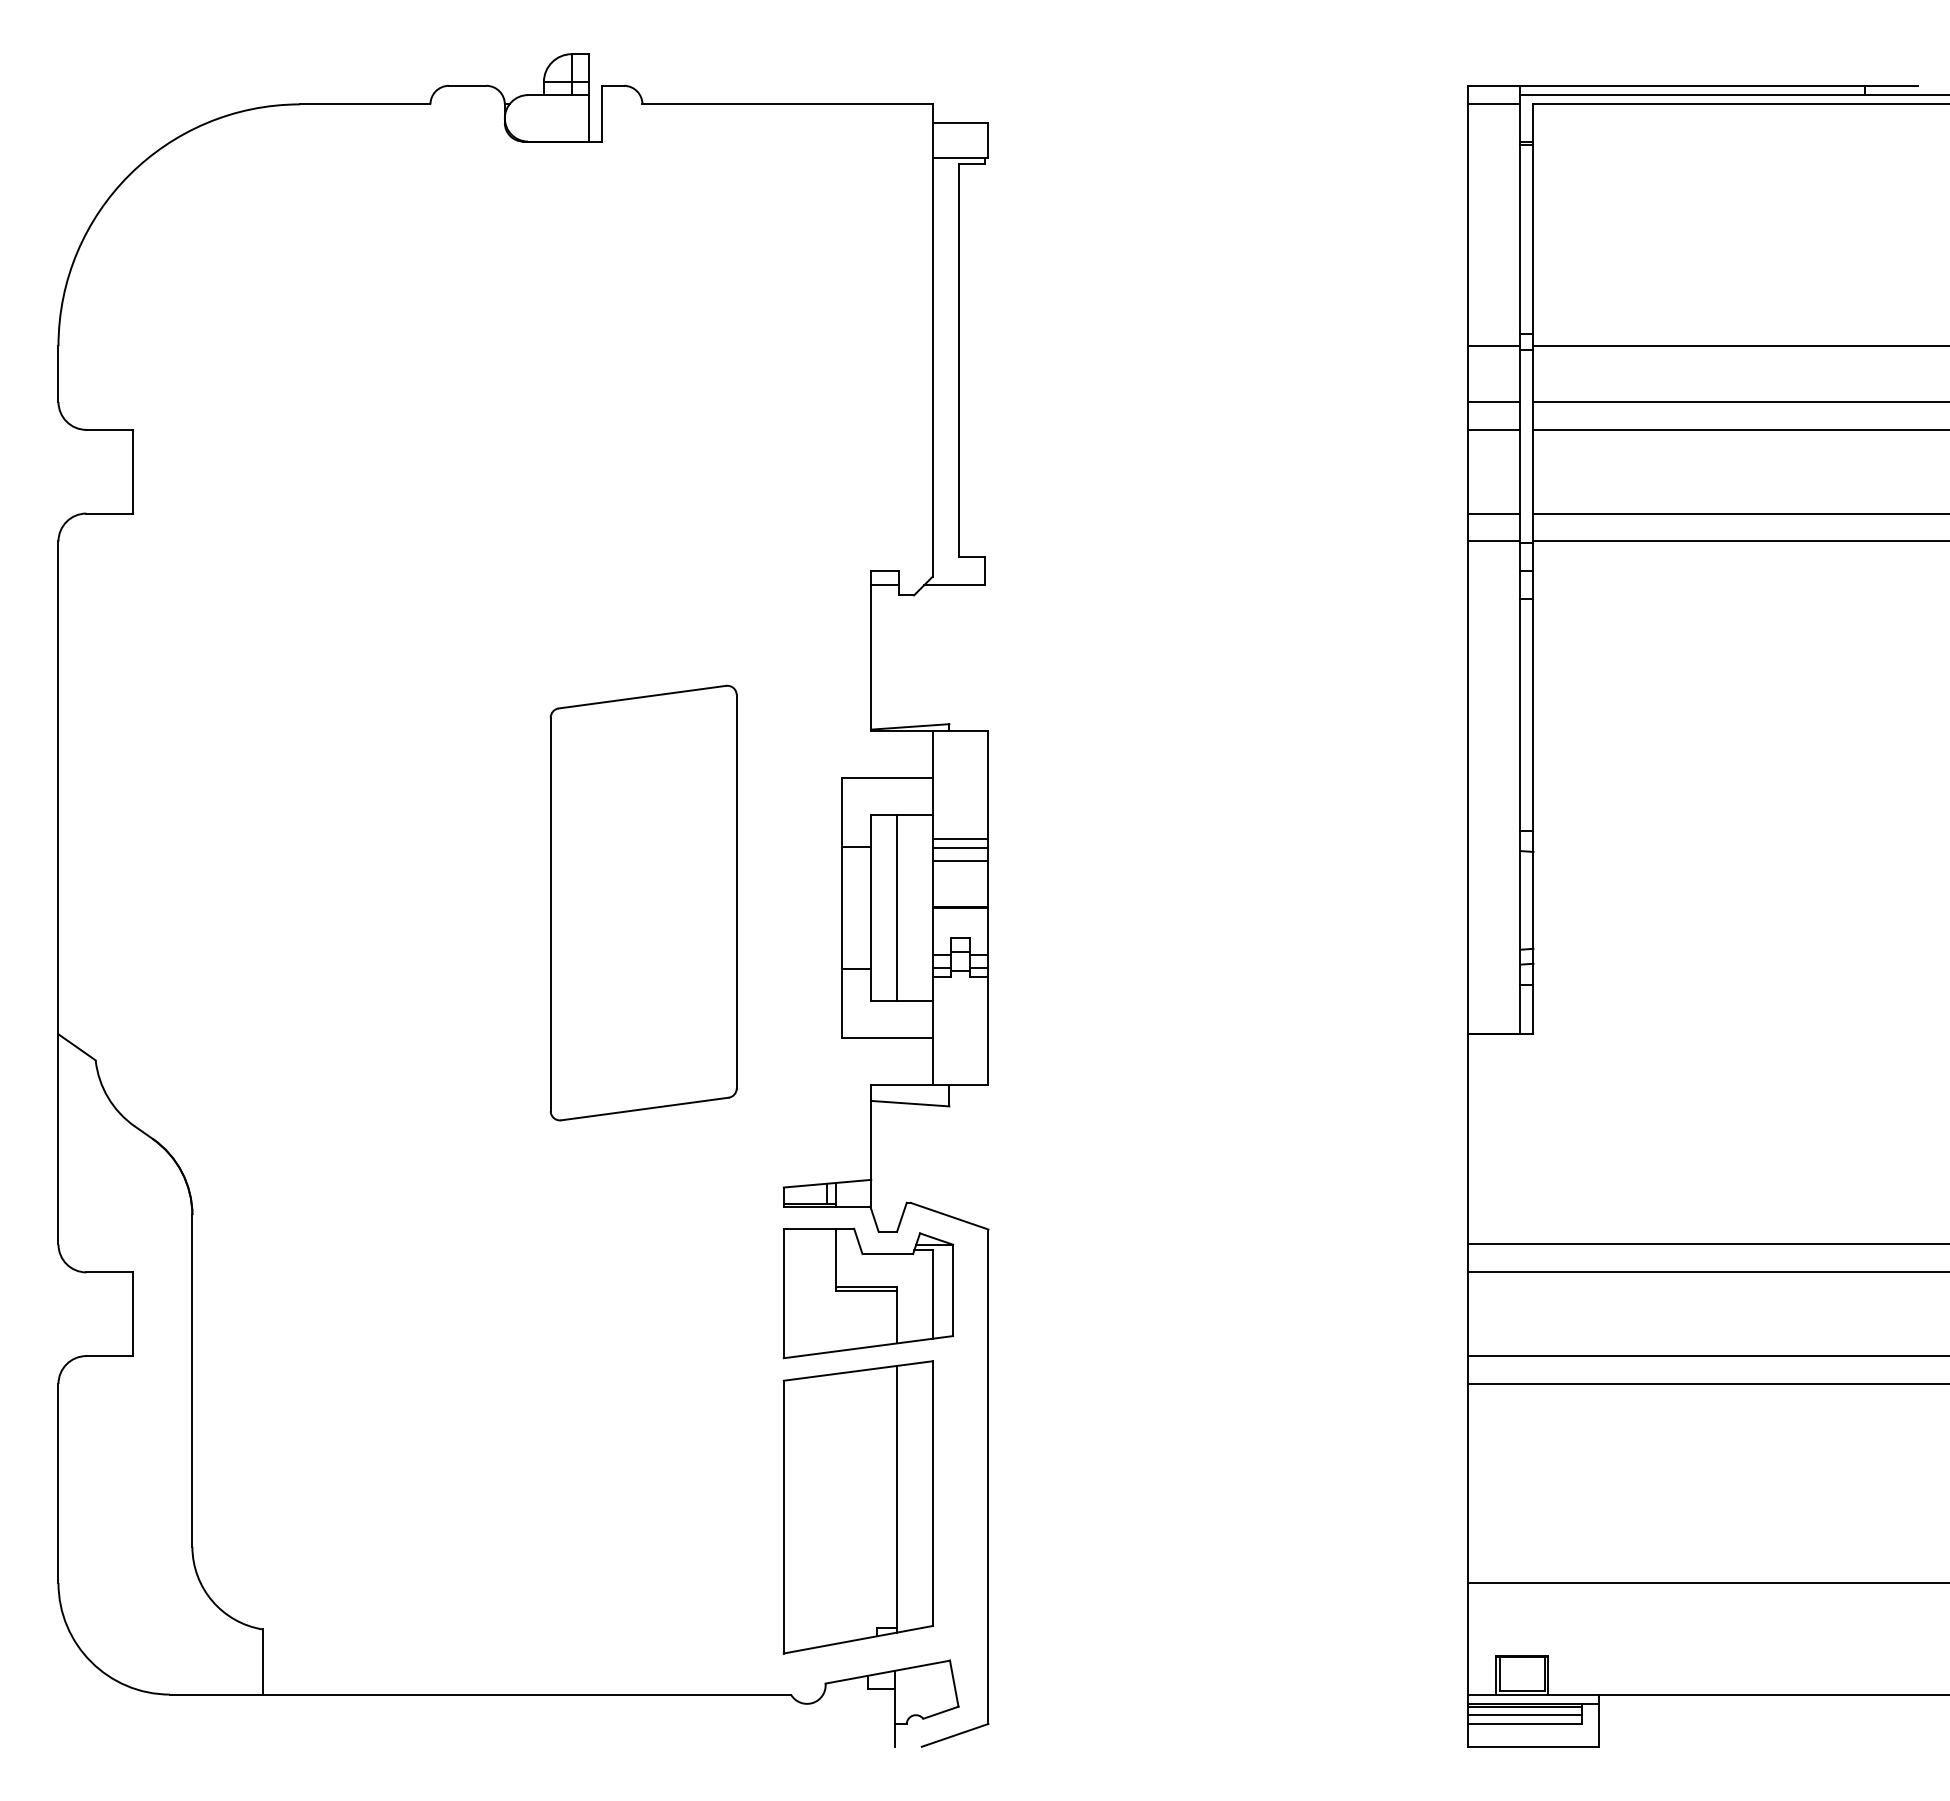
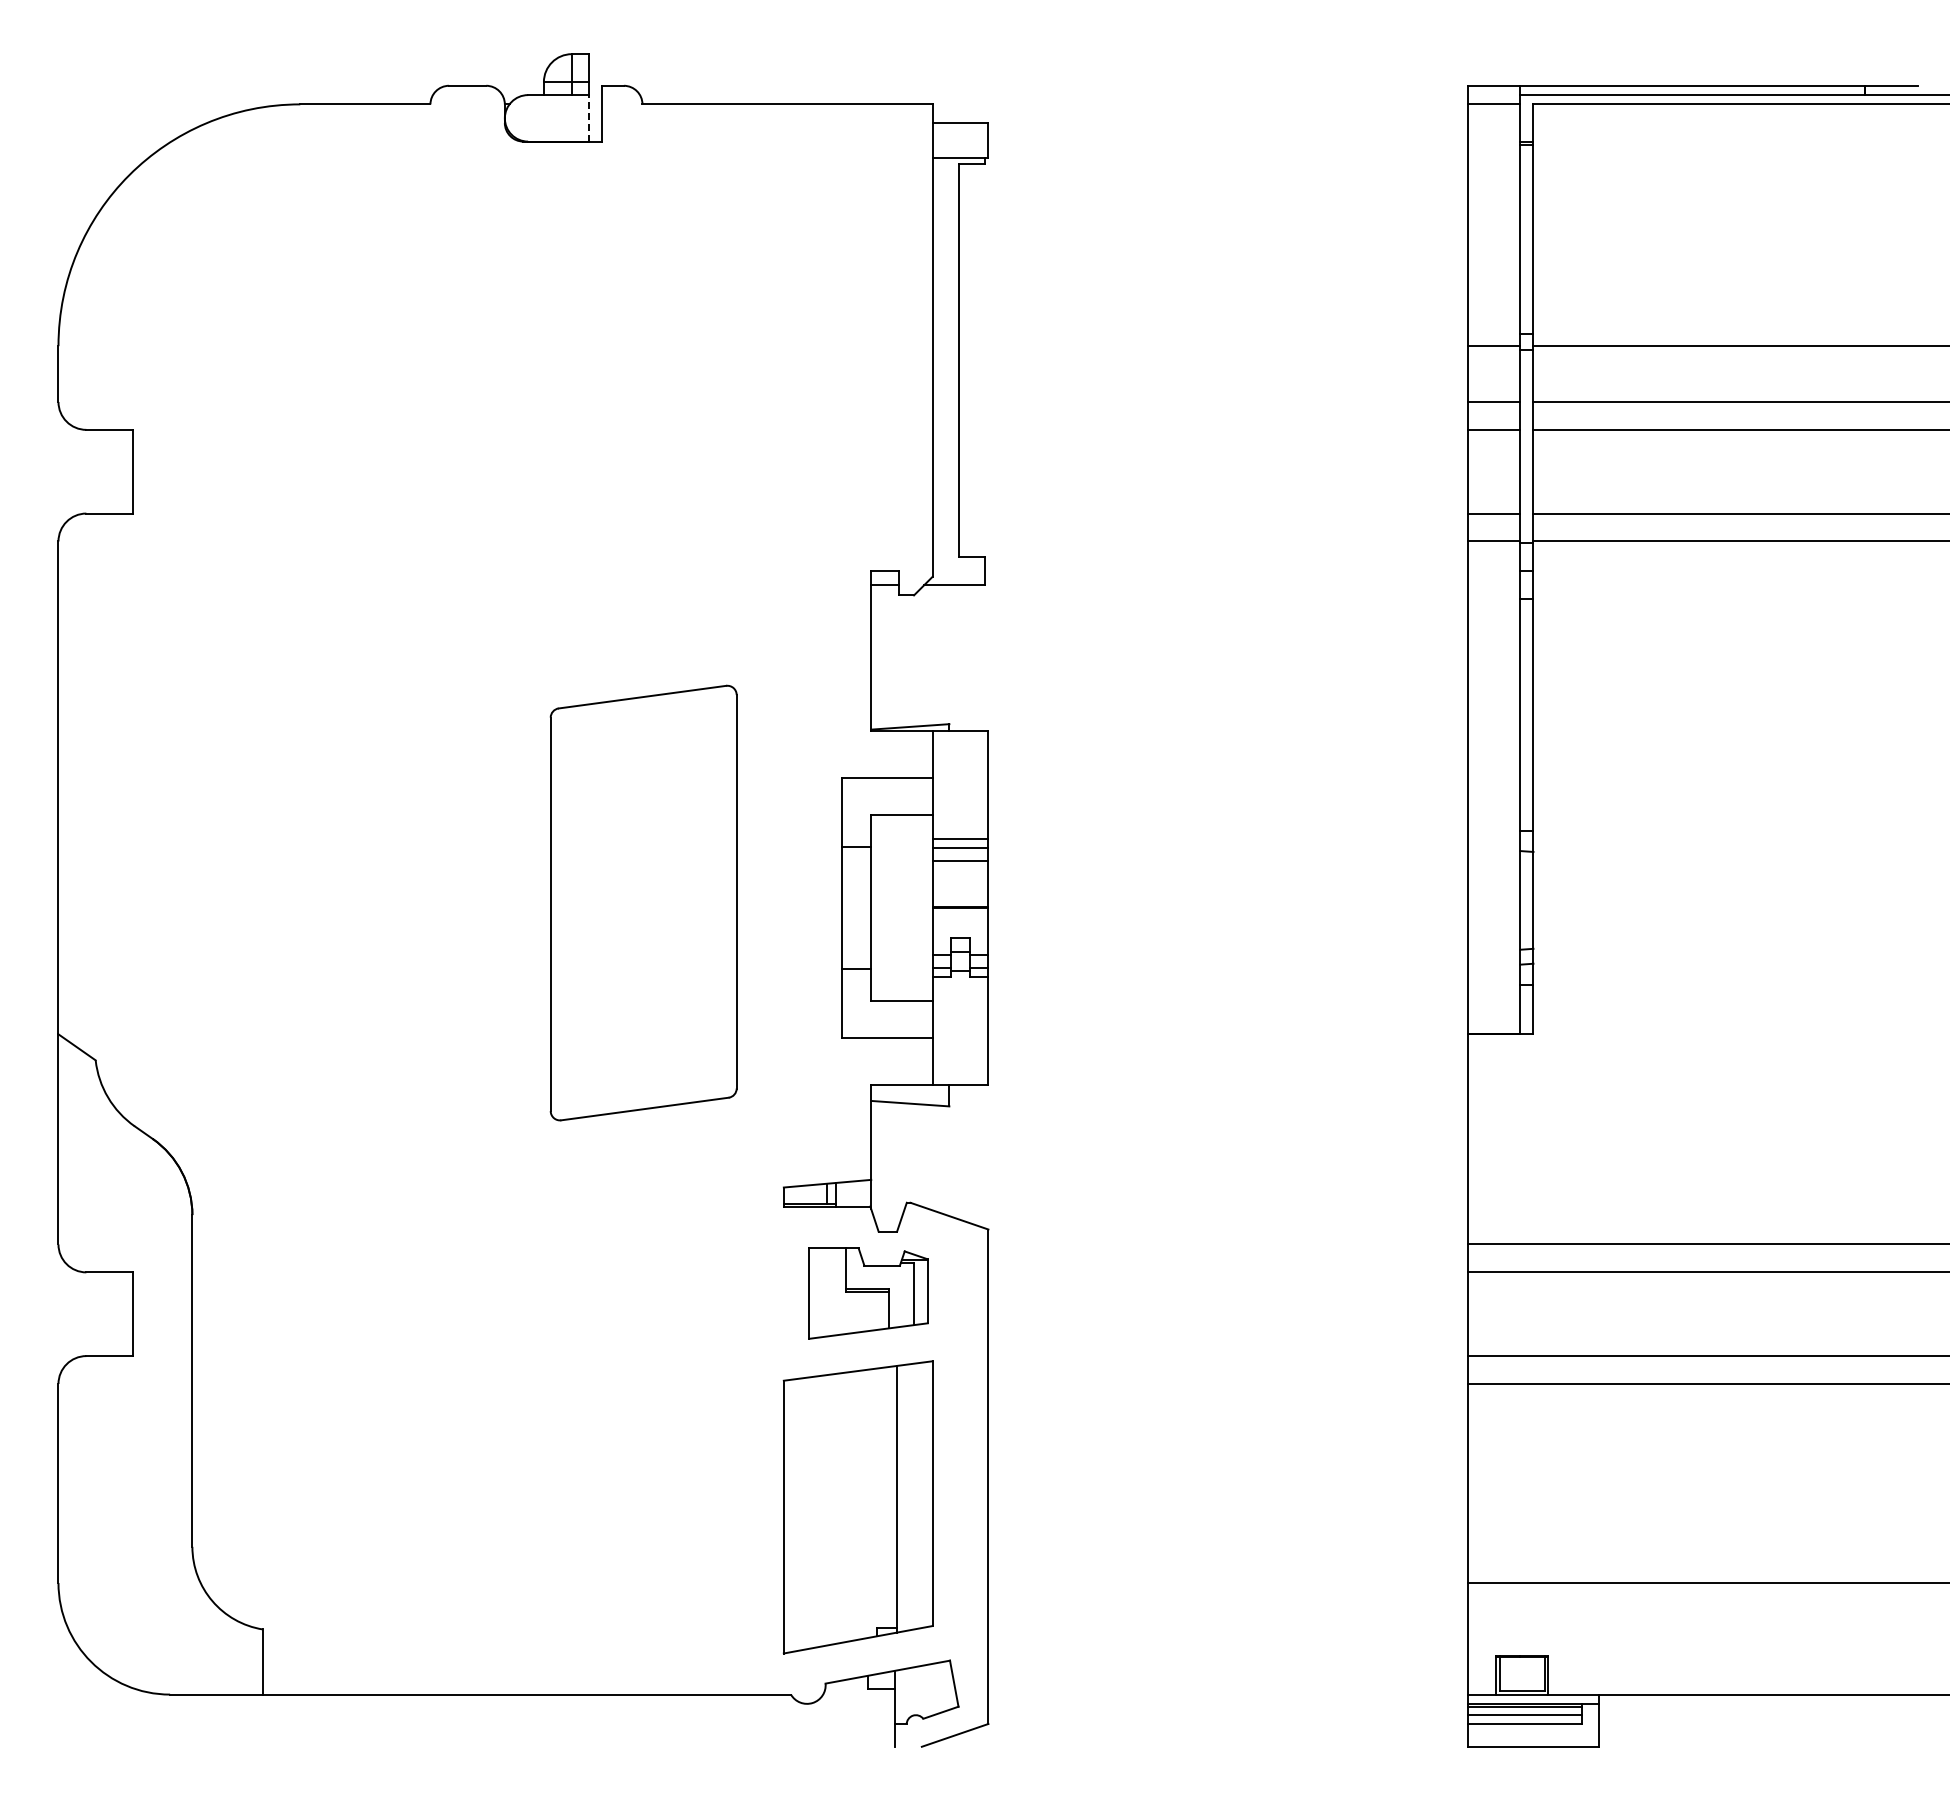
line at (588, 117): solid -> dashed
line at (897, 907): present -> none
part at (868, 1293) size: 172x133 px -> 121x93 px
